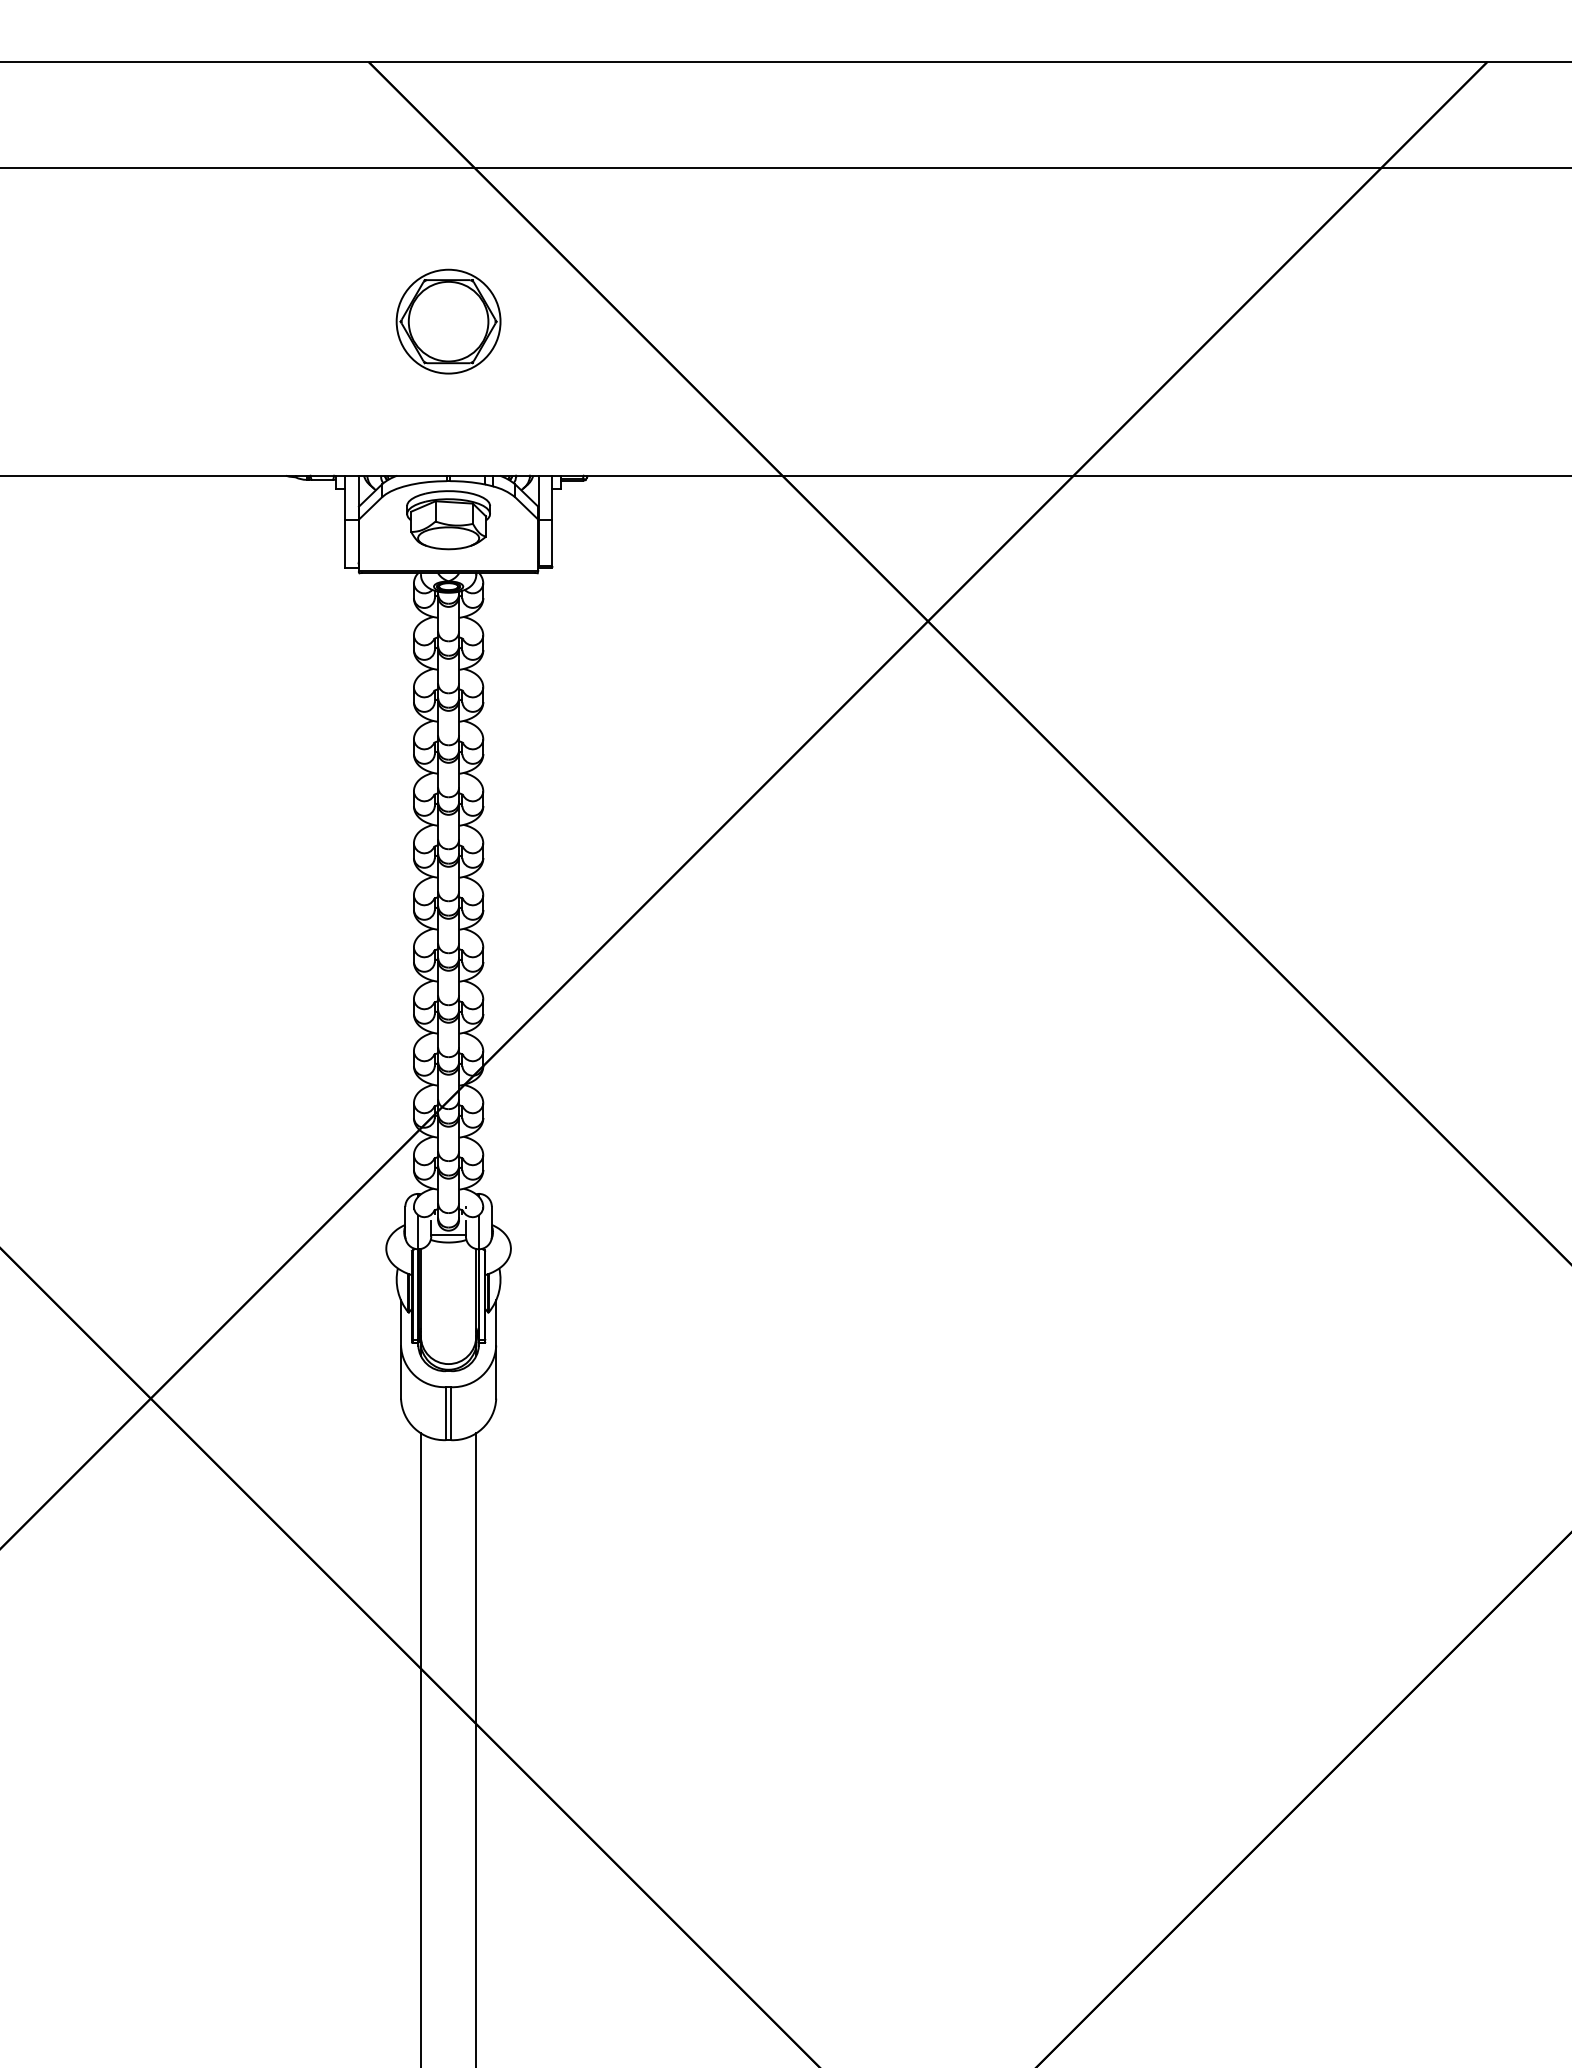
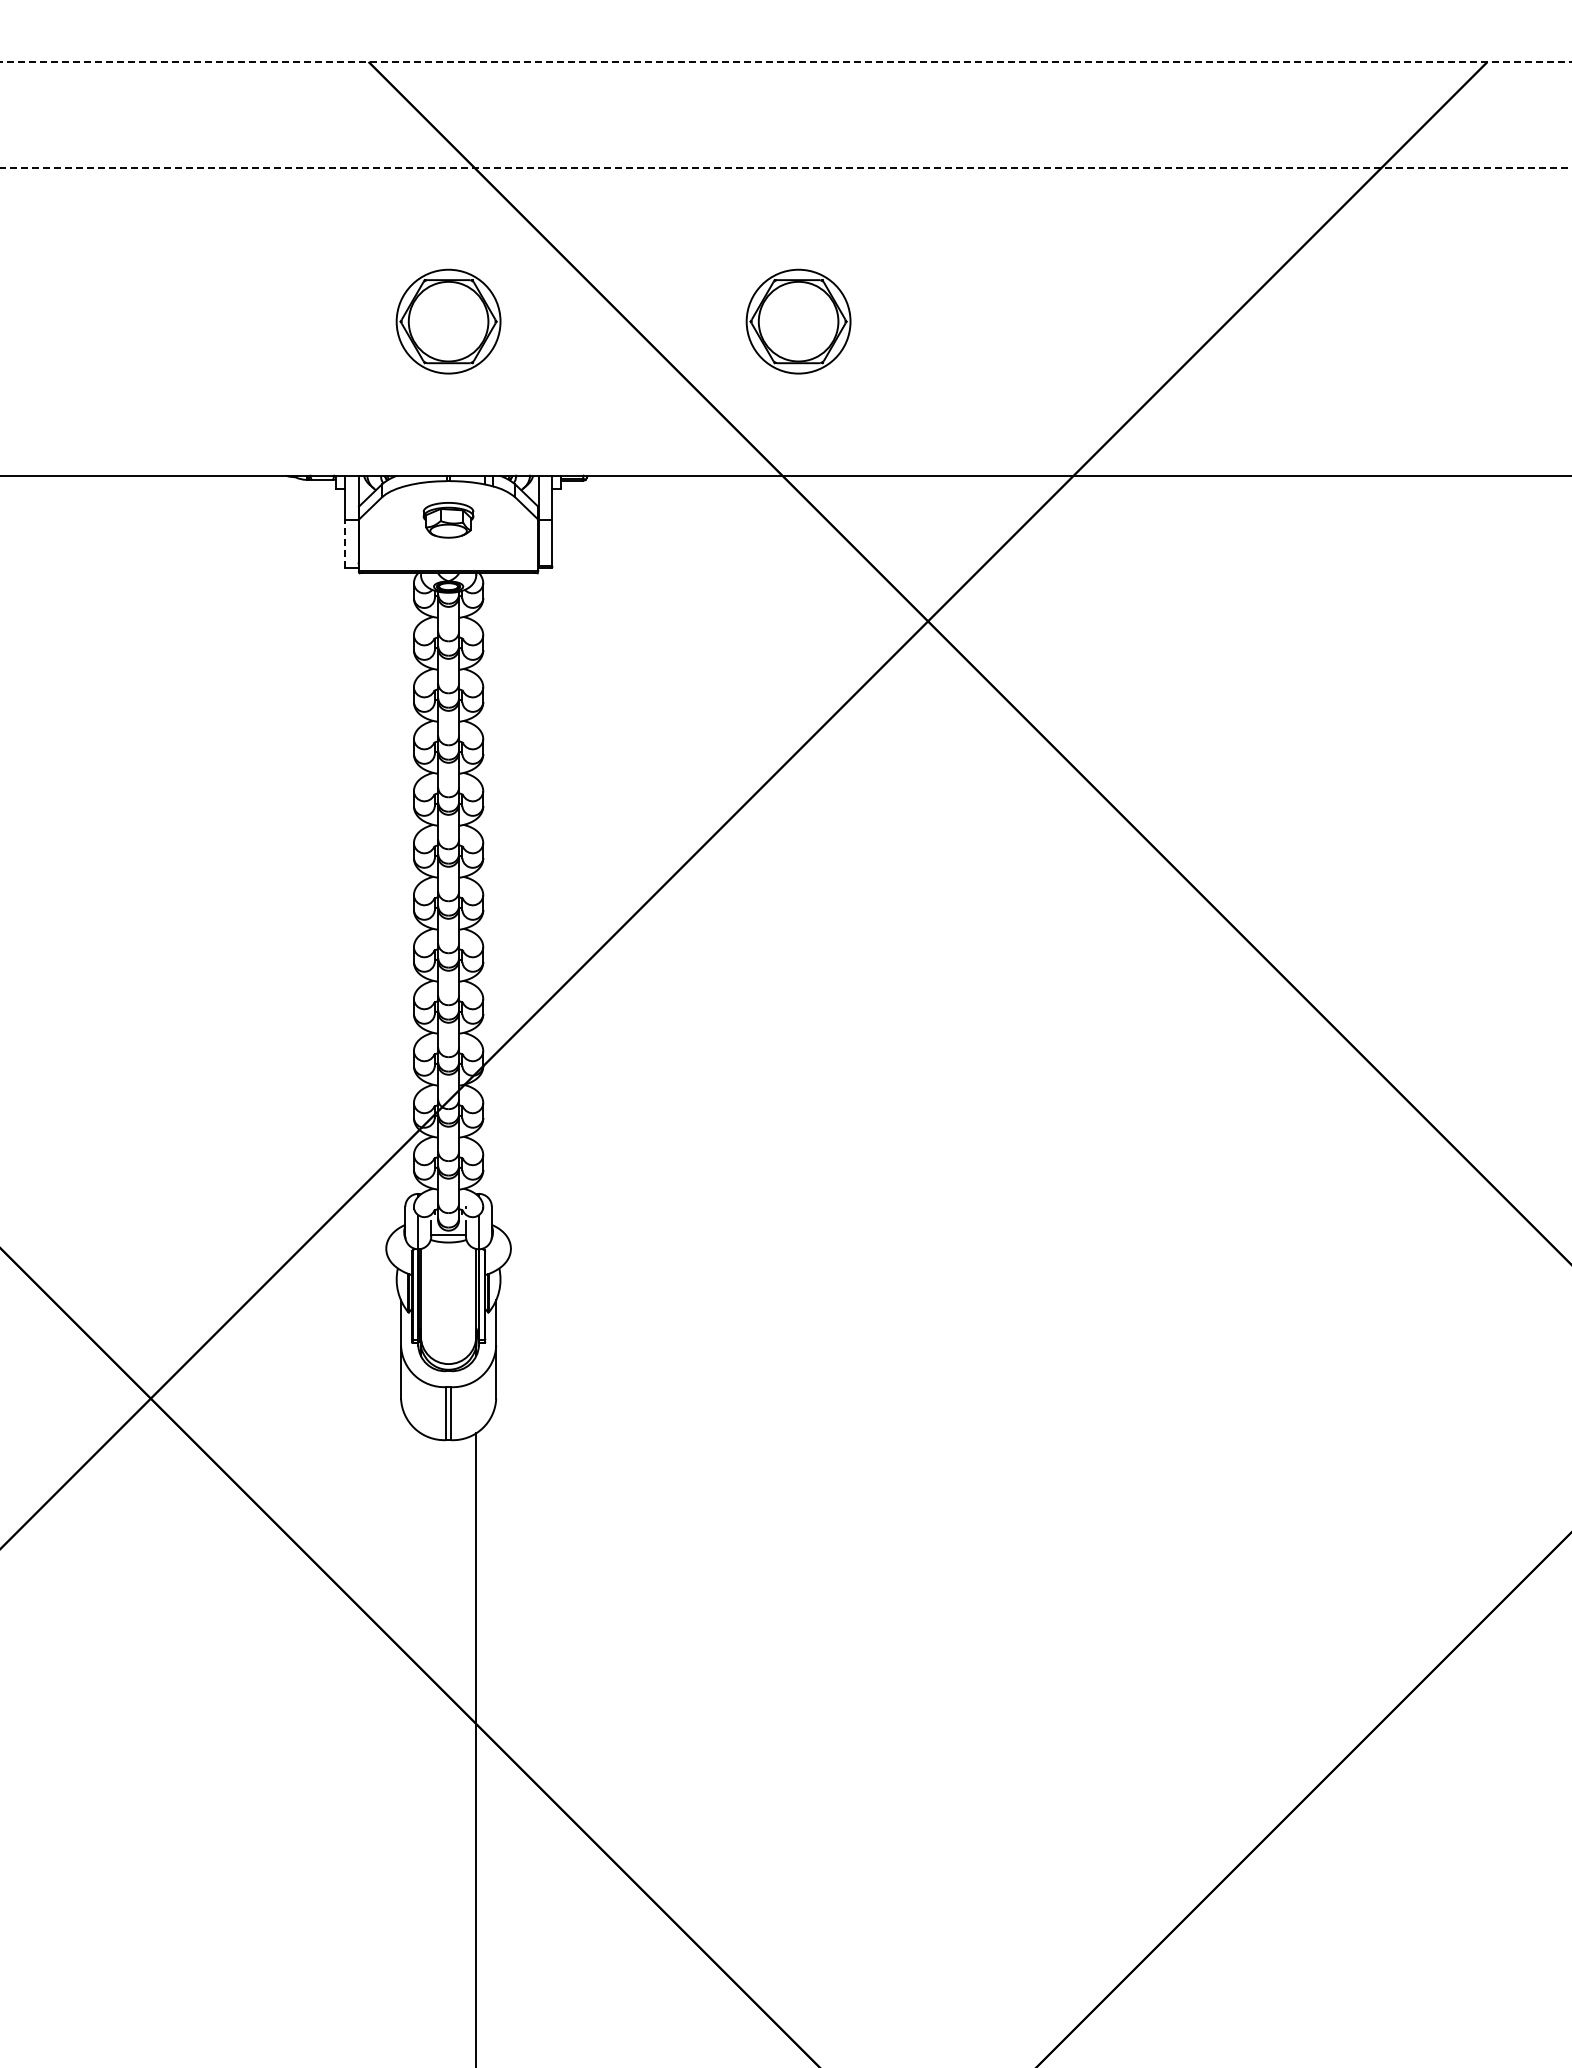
line at (785, 62): solid -> dashed
line at (786, 167): solid -> dashed
part at (798, 321): none -> present
part at (448, 520) size: 85x61 px -> 53x37 px
line at (344, 543): solid -> dashed
line at (420, 1748): present -> none
